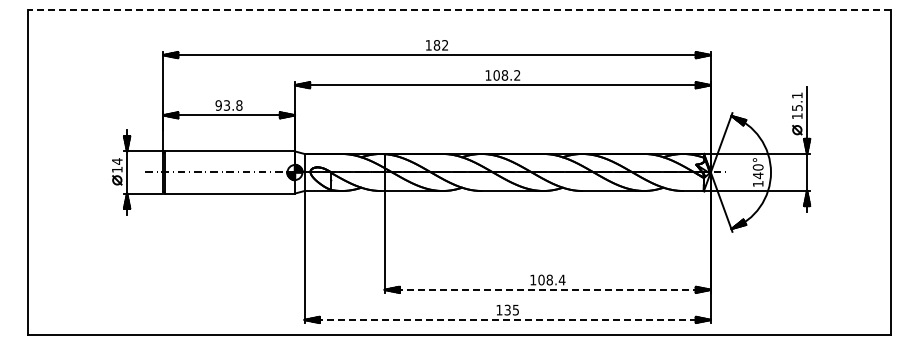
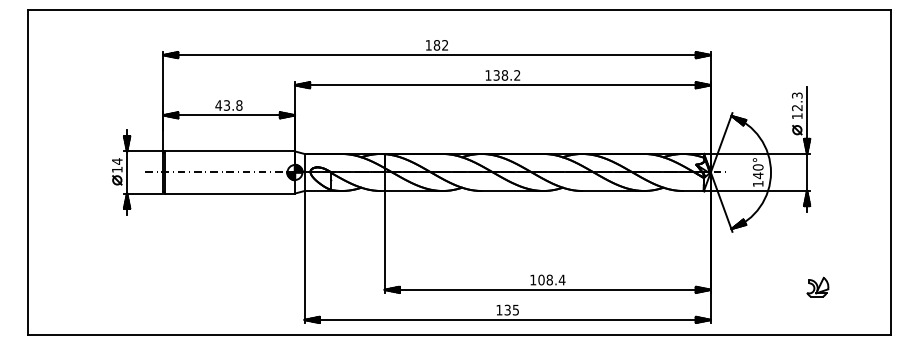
line at (459, 10): dashed -> solid
text at (496, 75): 108.2 -> 138.2
text at (797, 101): 15.1 -> 12.3
text at (218, 105): 93.8 -> 43.8
part at (817, 286): none -> present
line at (548, 289): dashed -> solid
line at (508, 319): dashed -> solid
